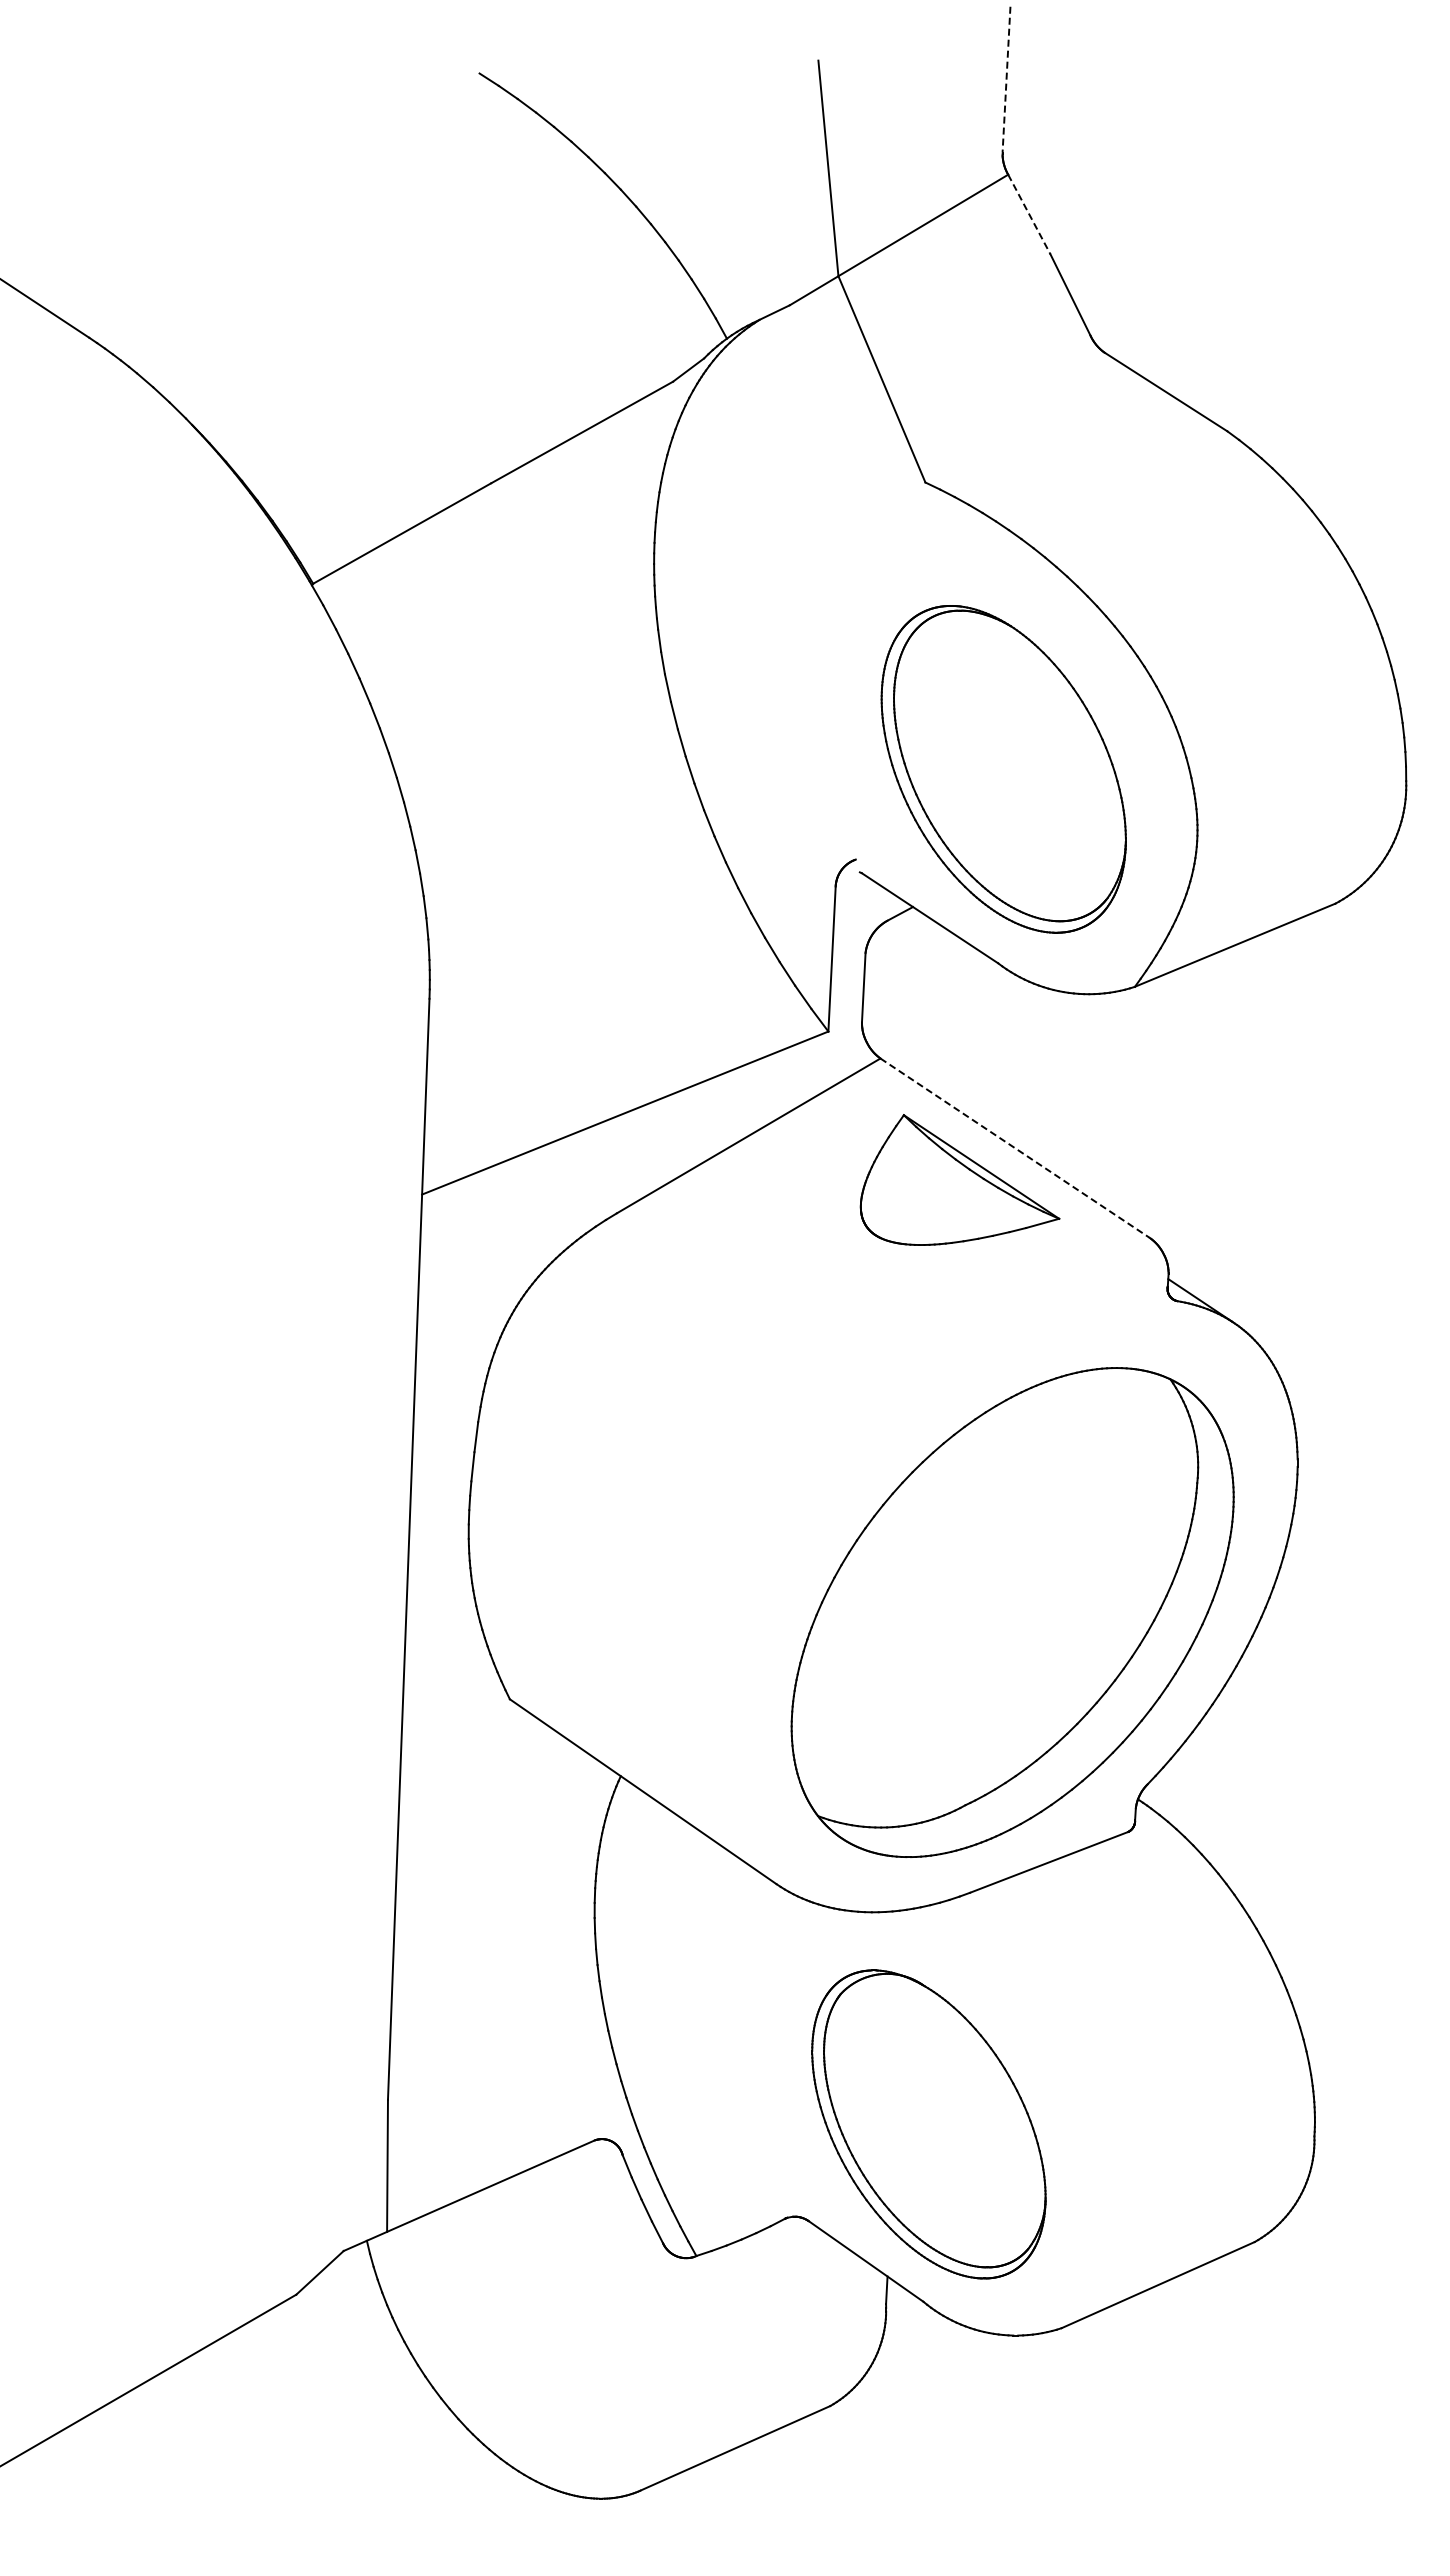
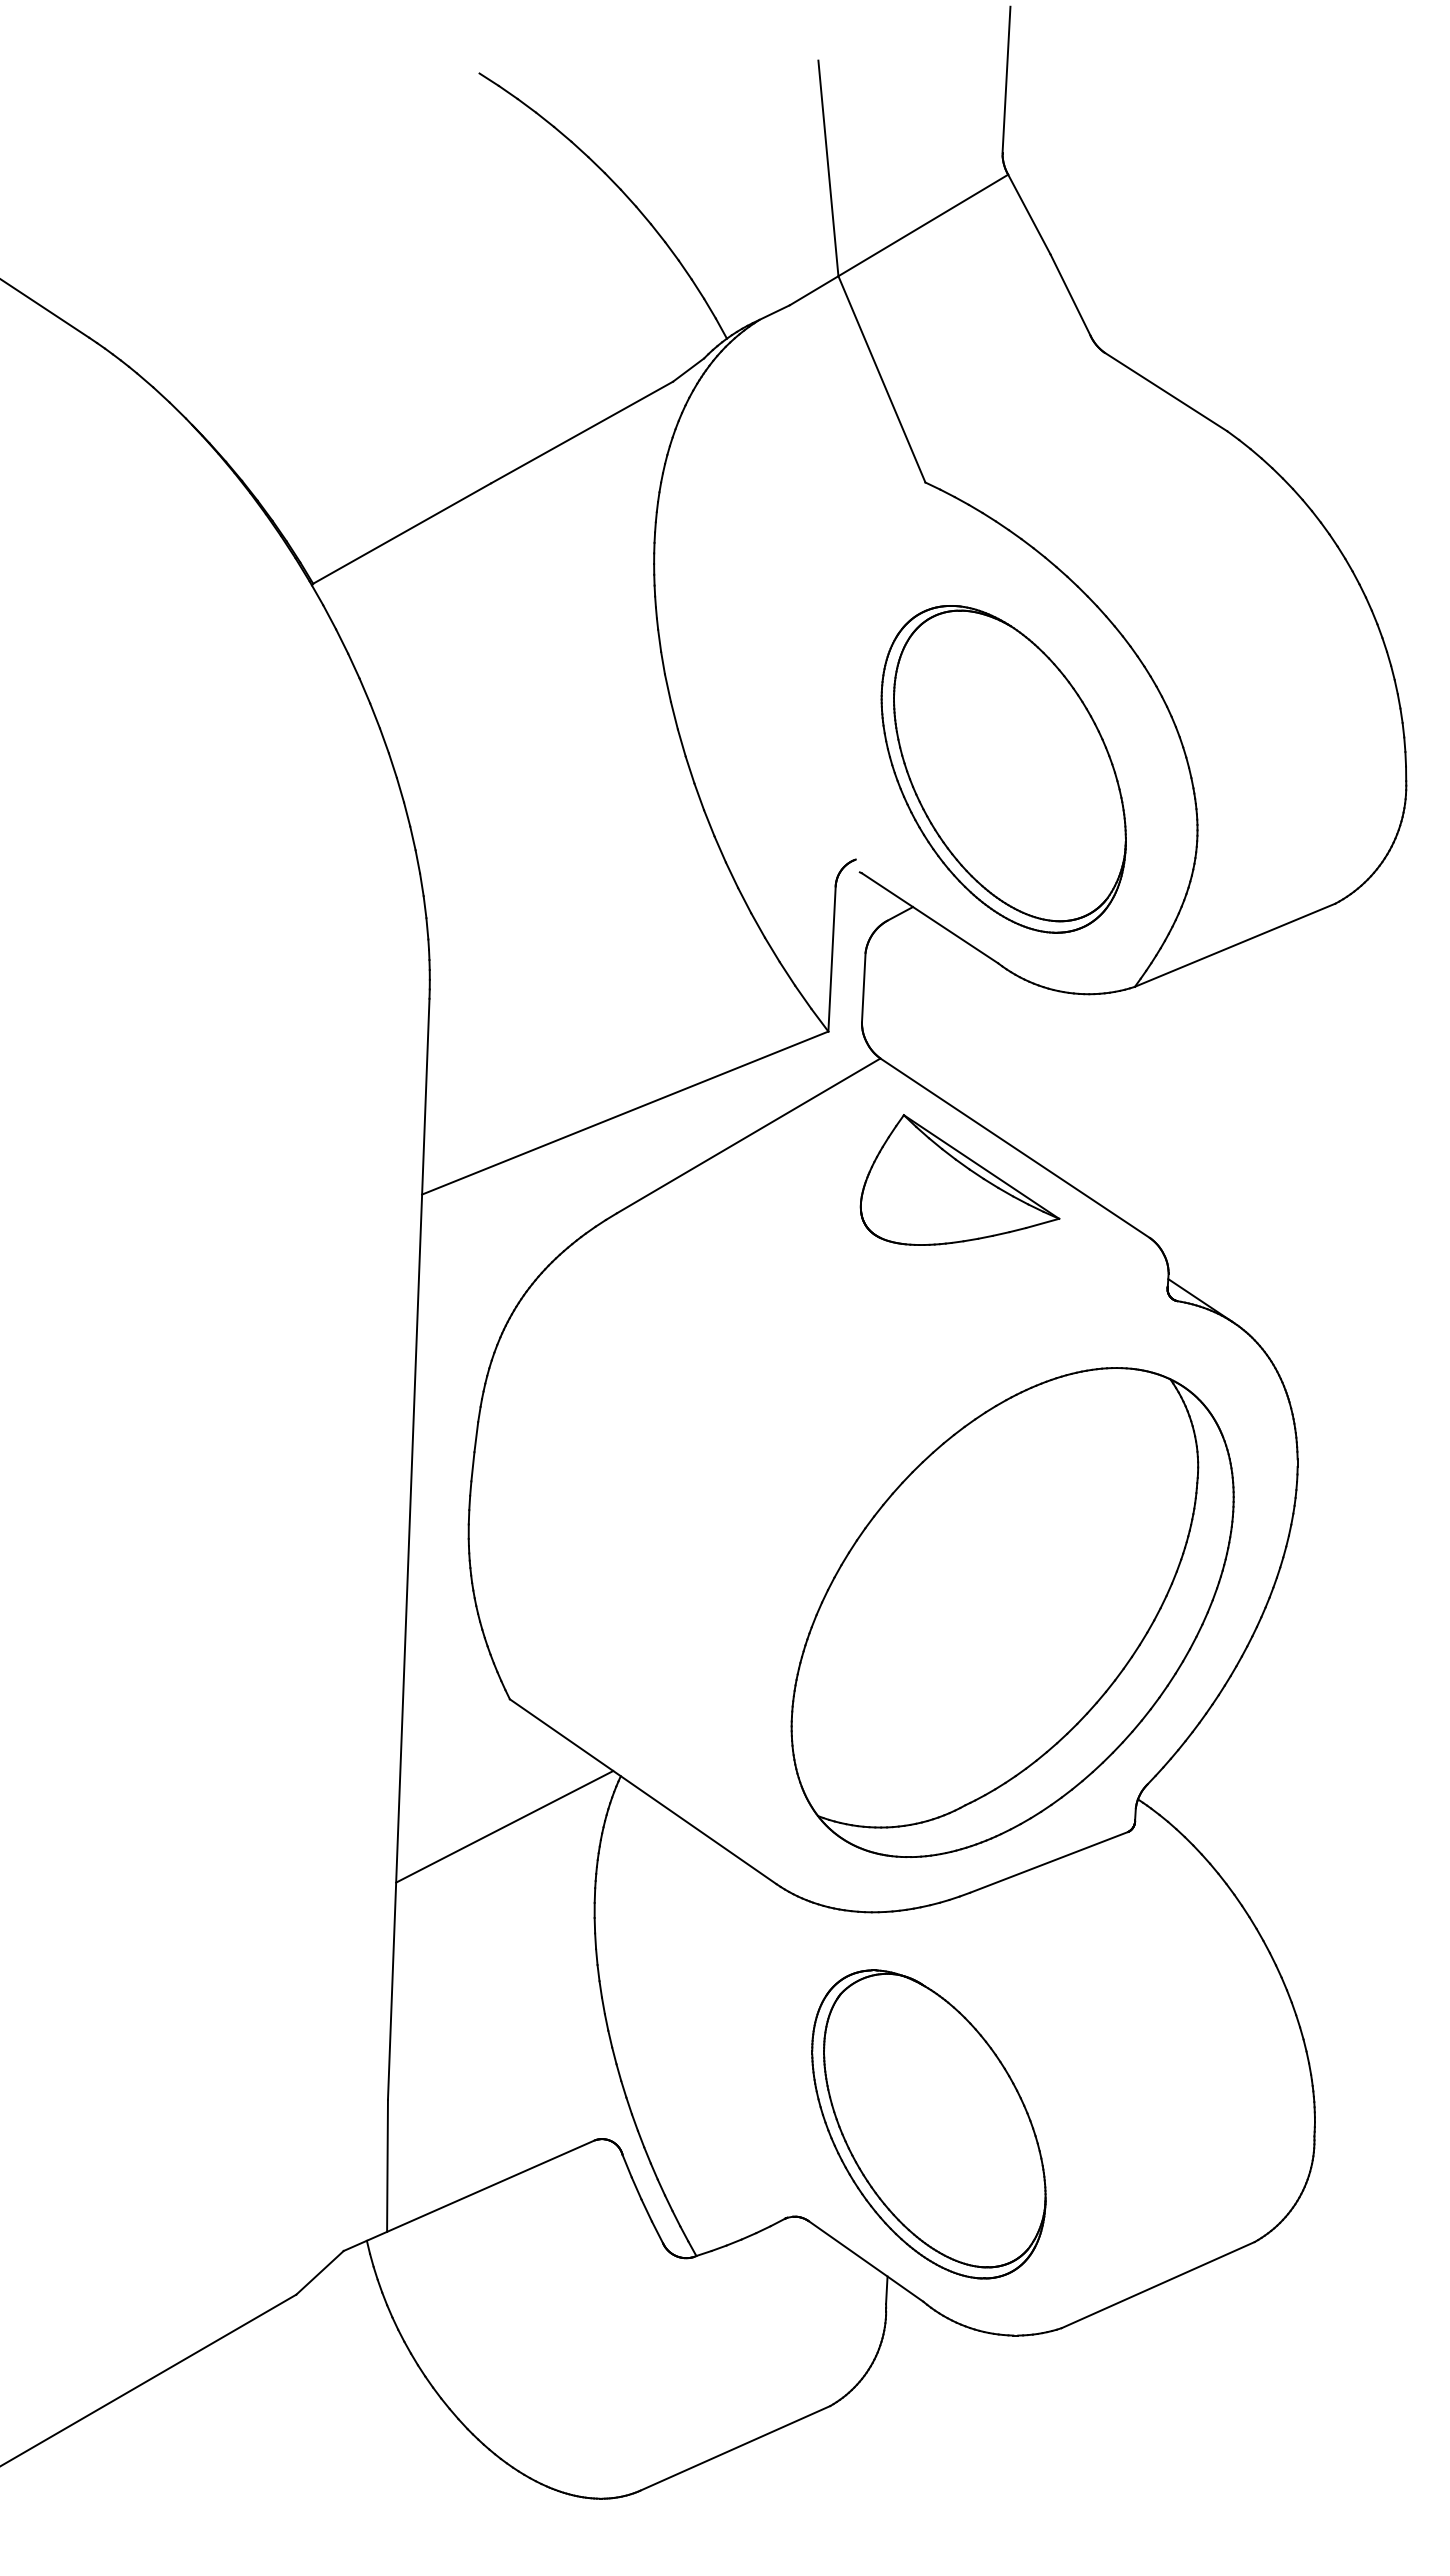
line at (1006, 80): dashed -> solid
line at (1029, 215): dashed -> solid
line at (1015, 1148): dashed -> solid
line at (504, 1826): none -> present
